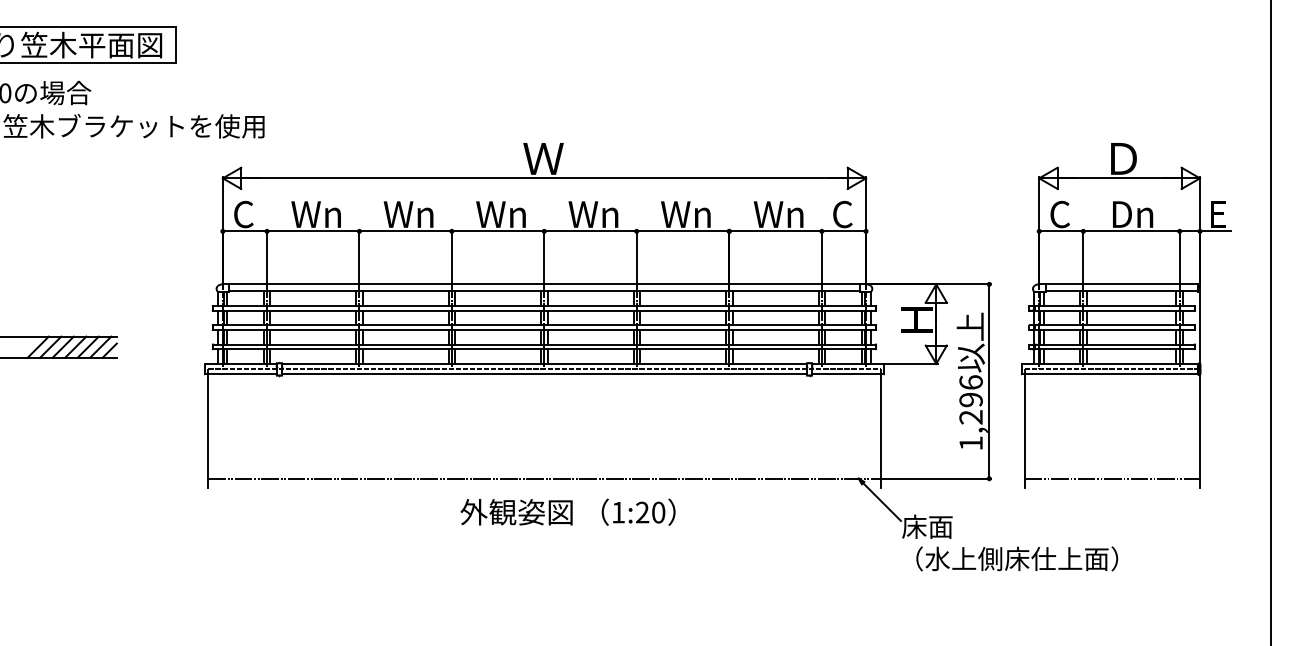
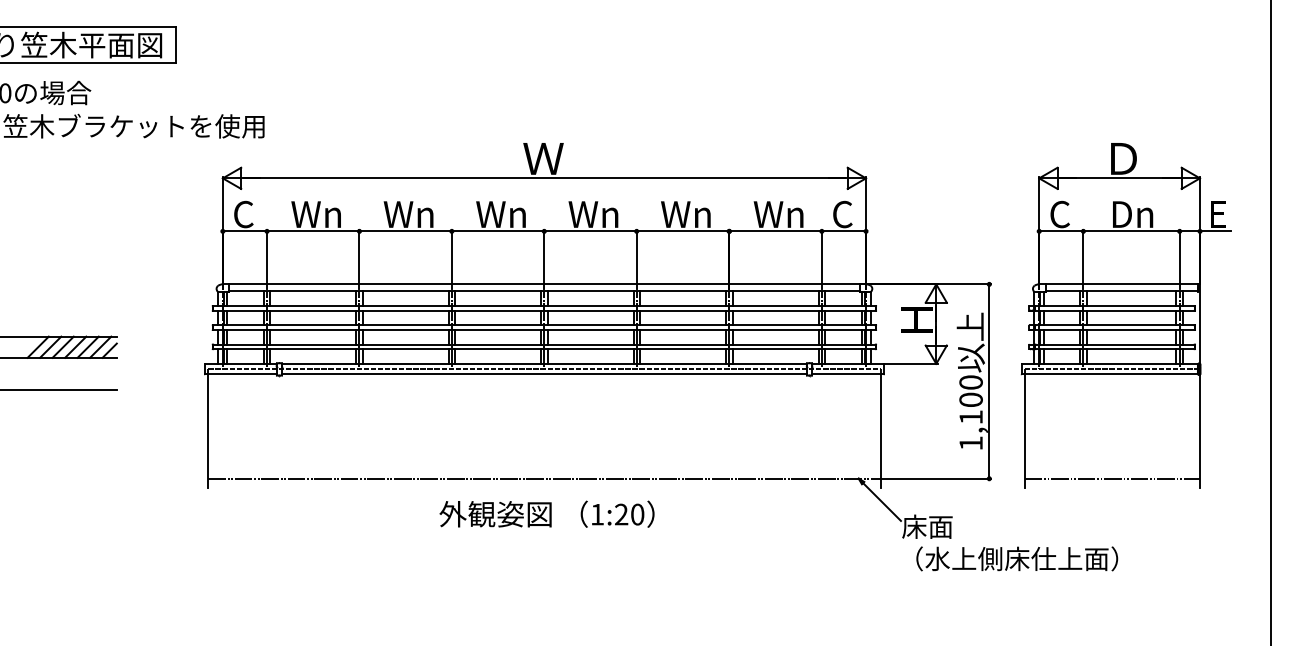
line at (59, 389): none -> present
text at (970, 399): 1,296 -> 1,100
text at (567, 511) position: (567, 511) -> (546, 513)
